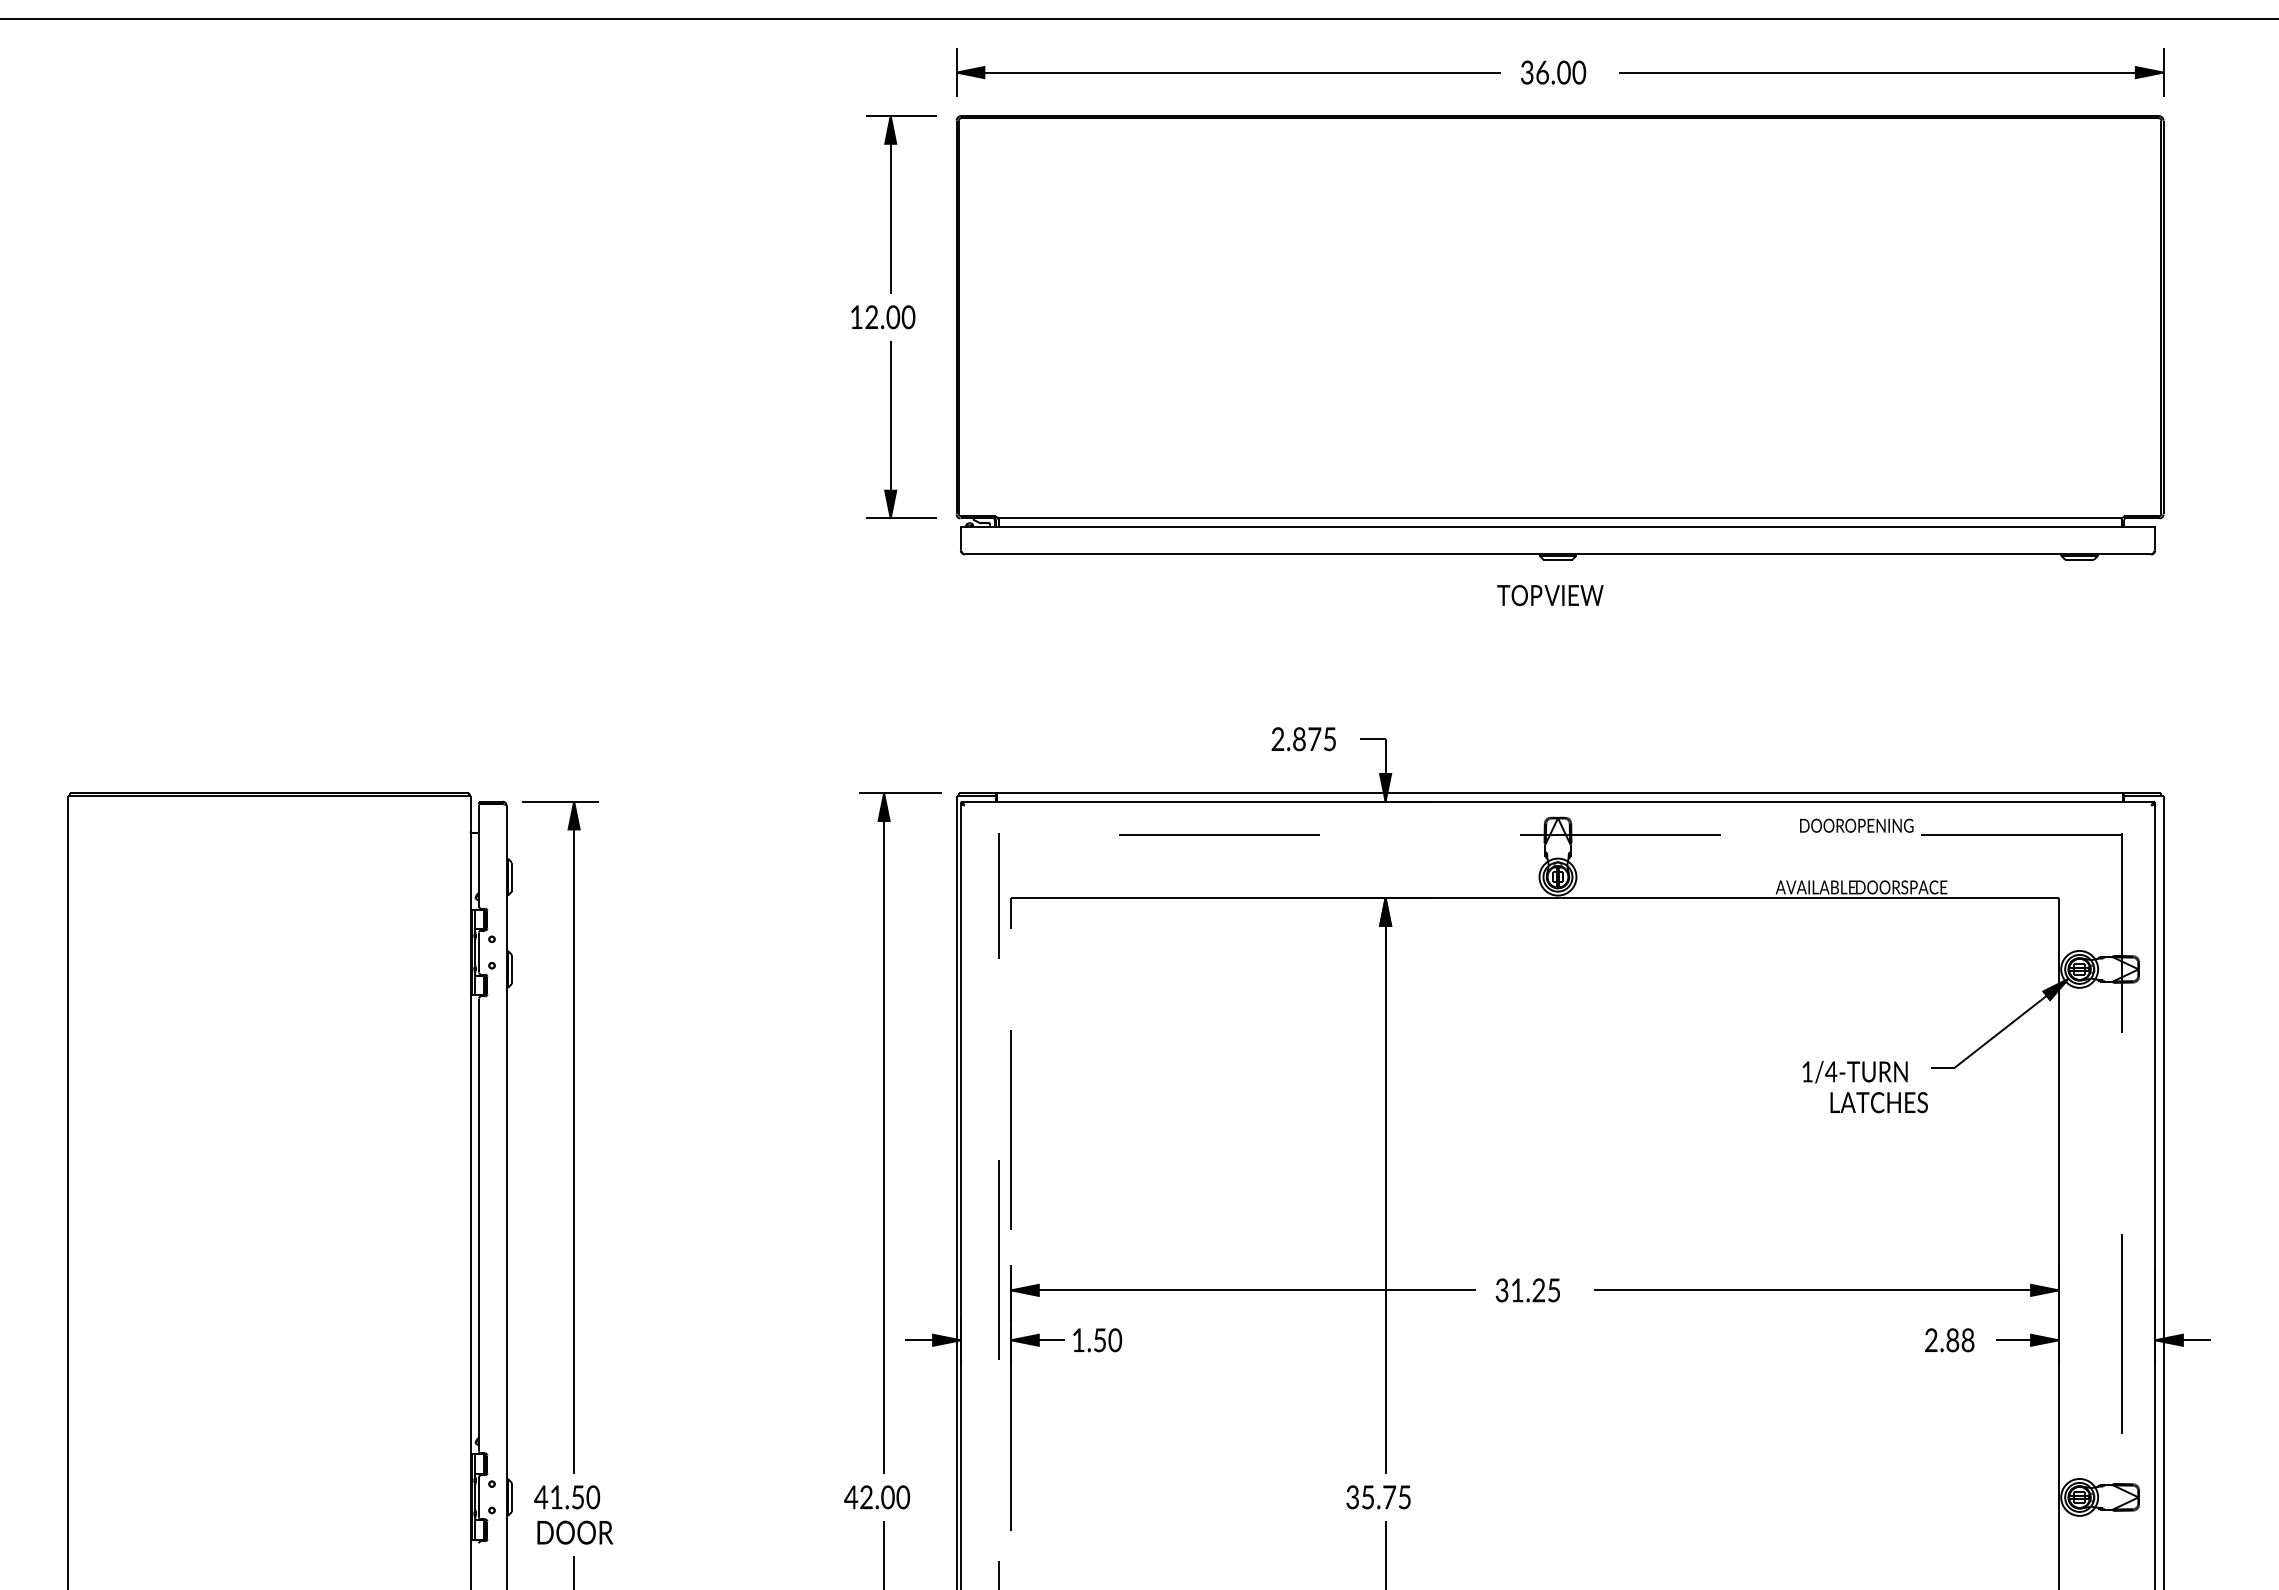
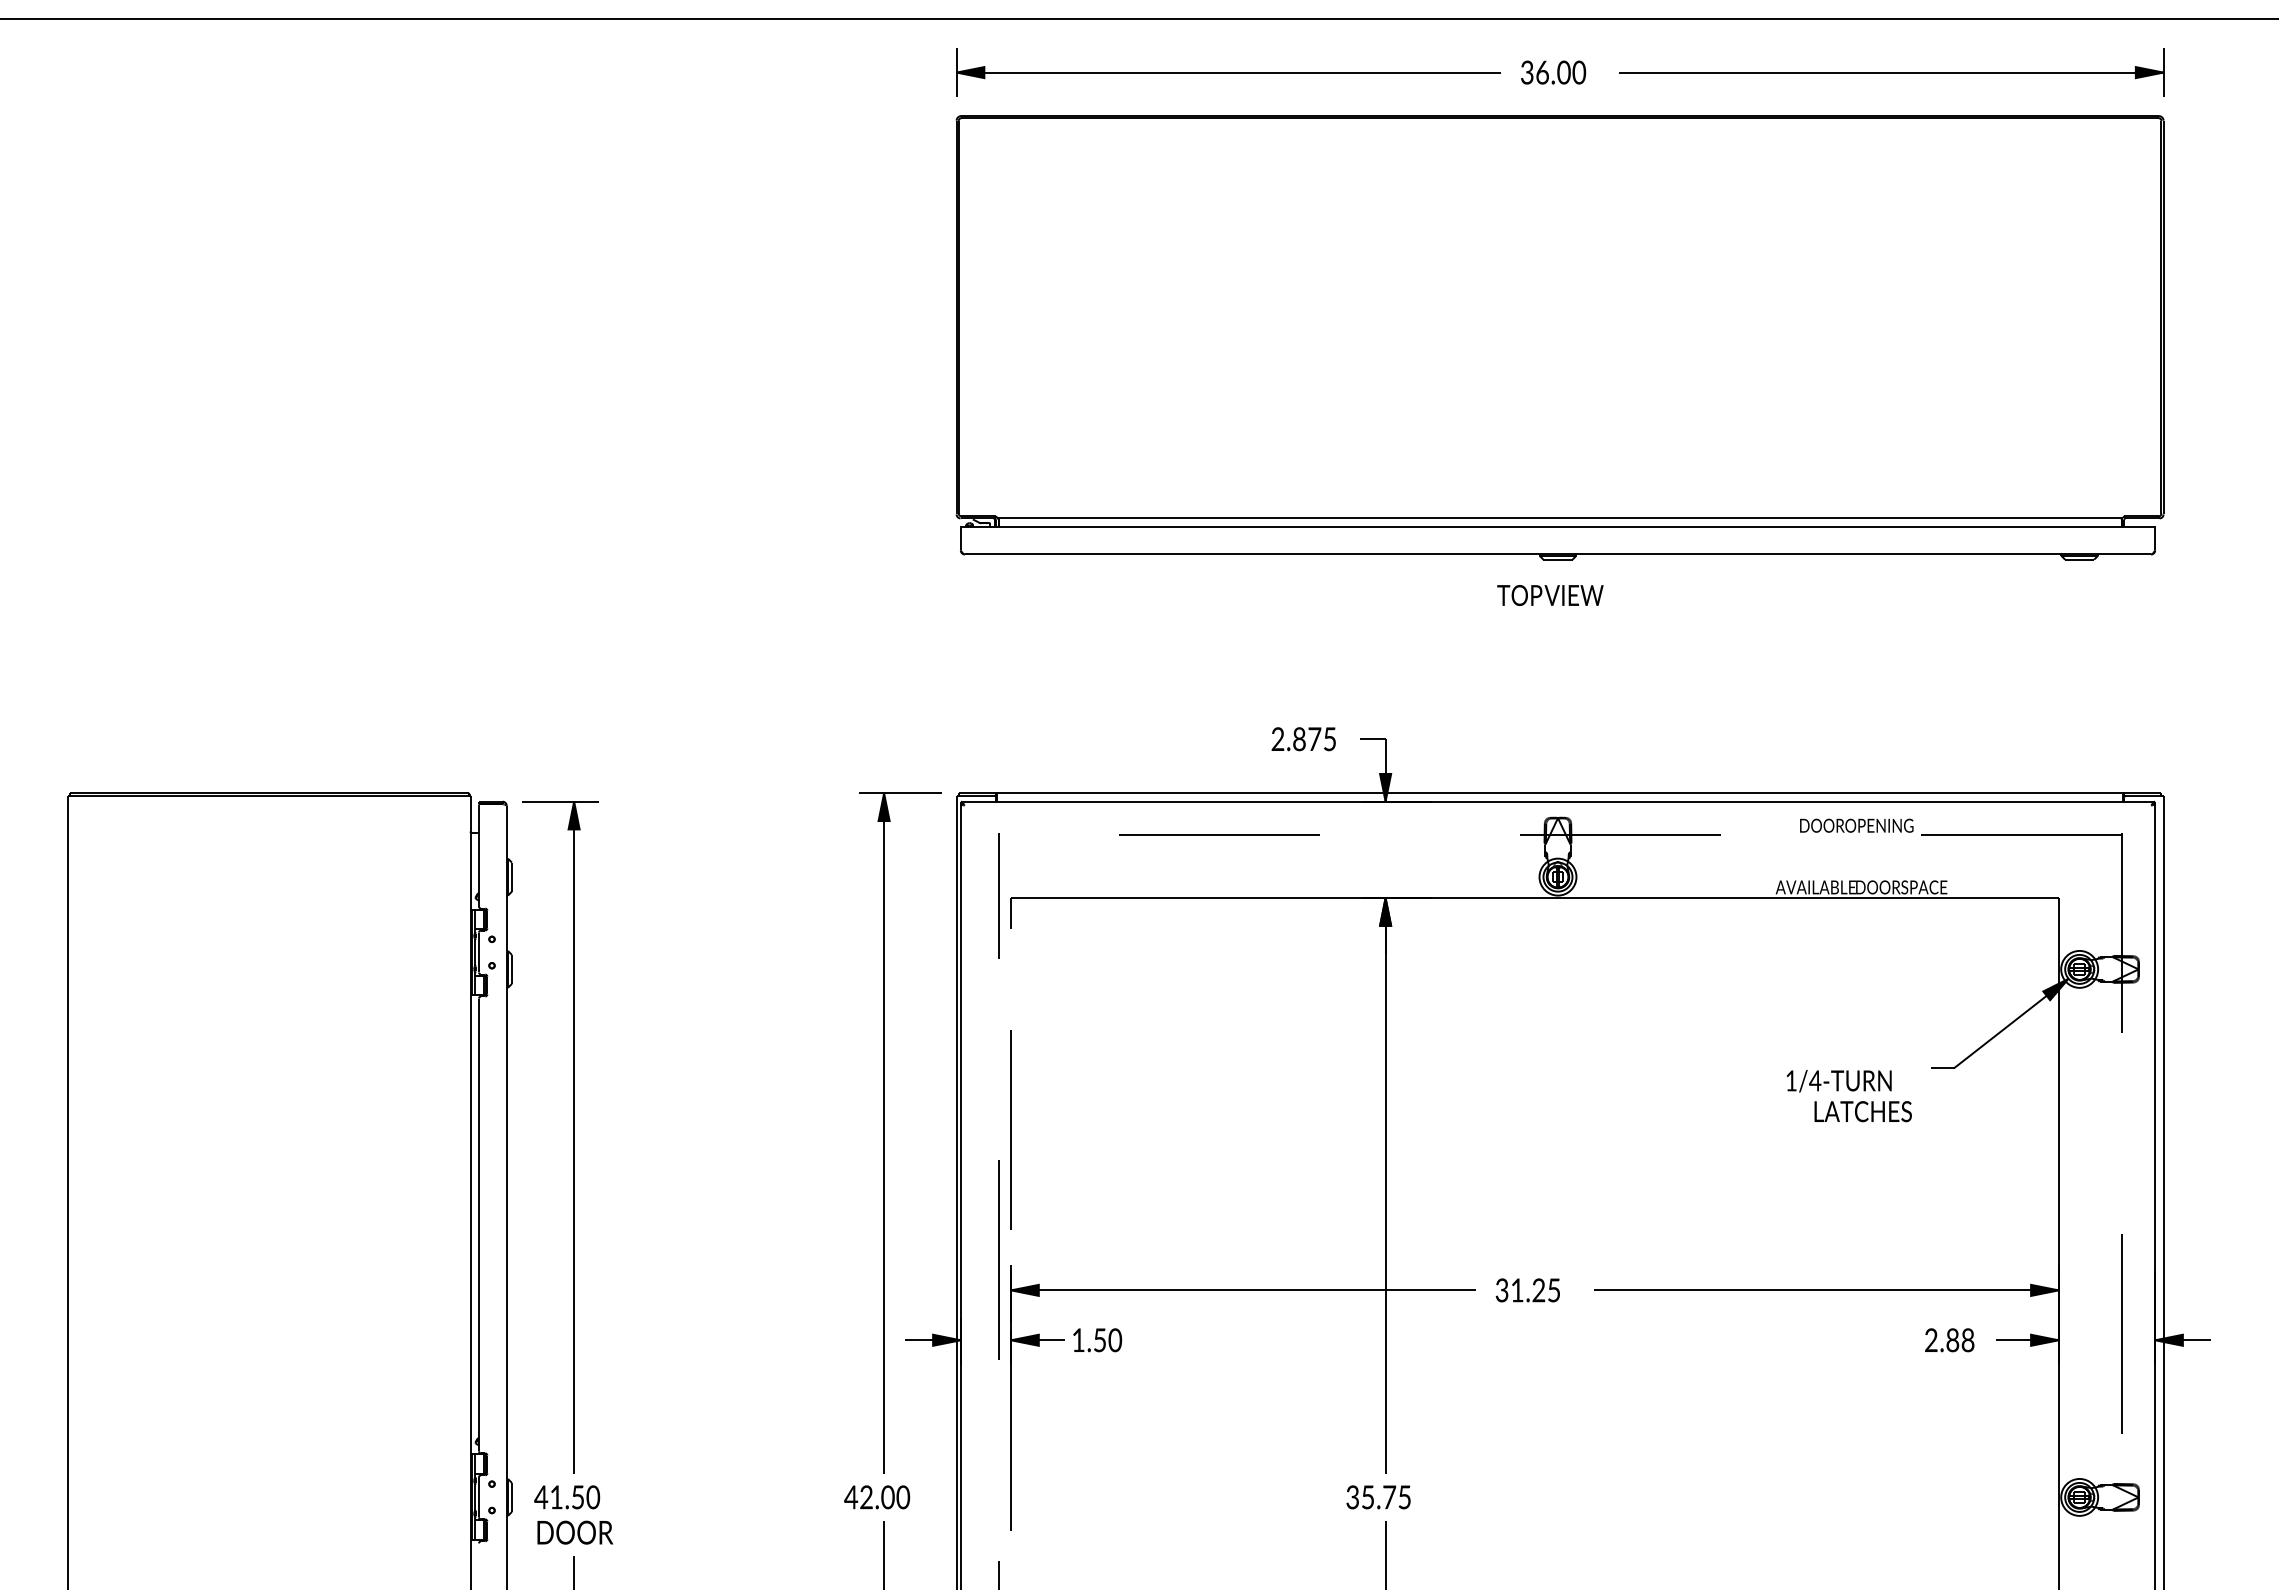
part at (893, 316): present -> none
text at (1864, 1087) position: (1864, 1087) -> (1848, 1096)
